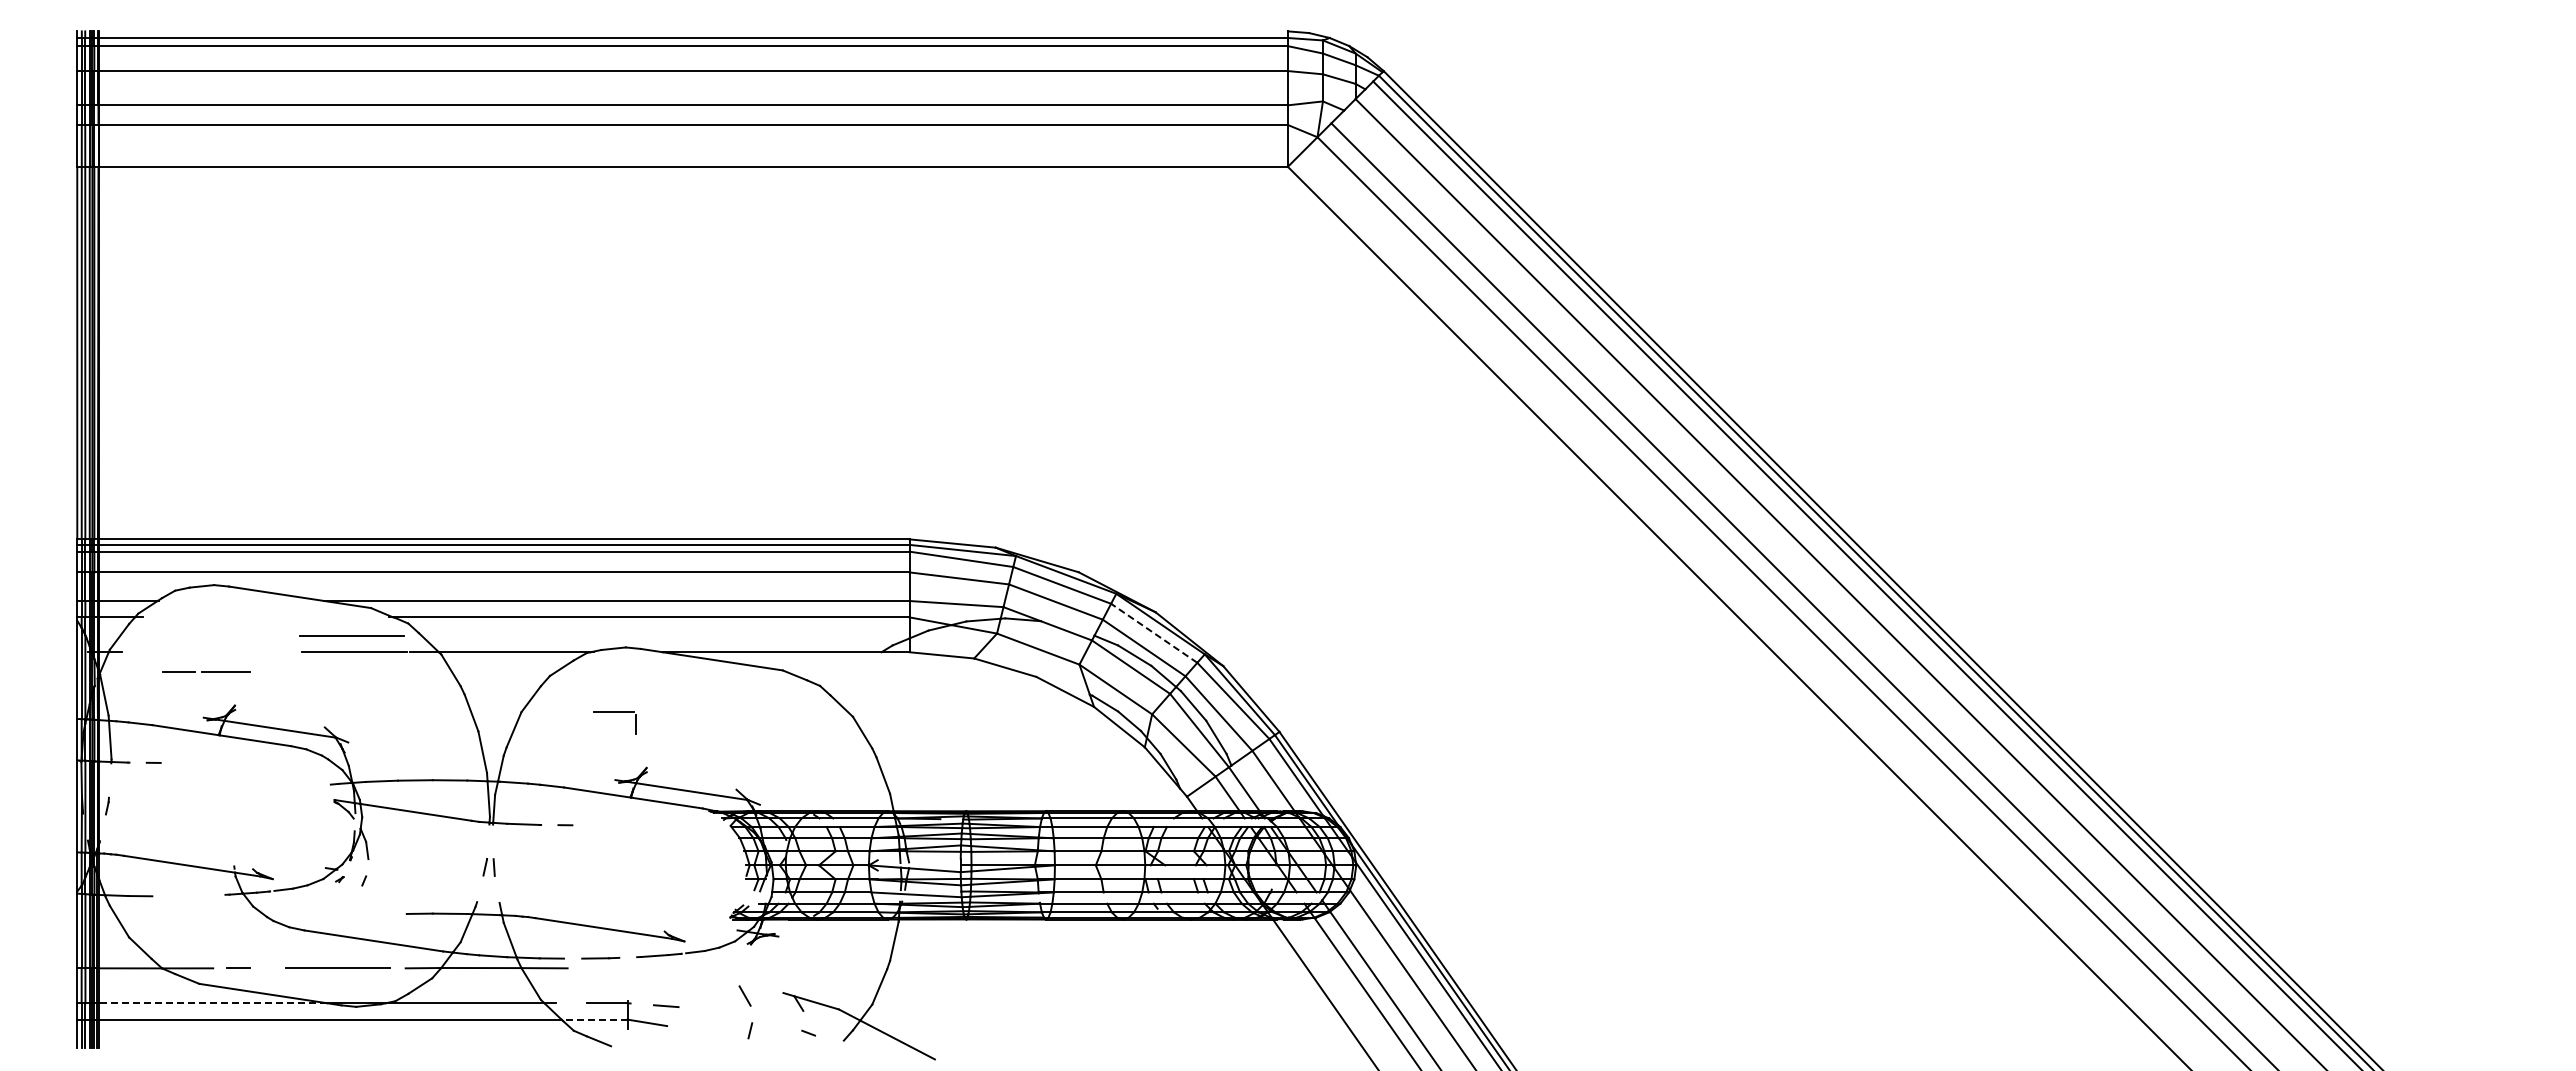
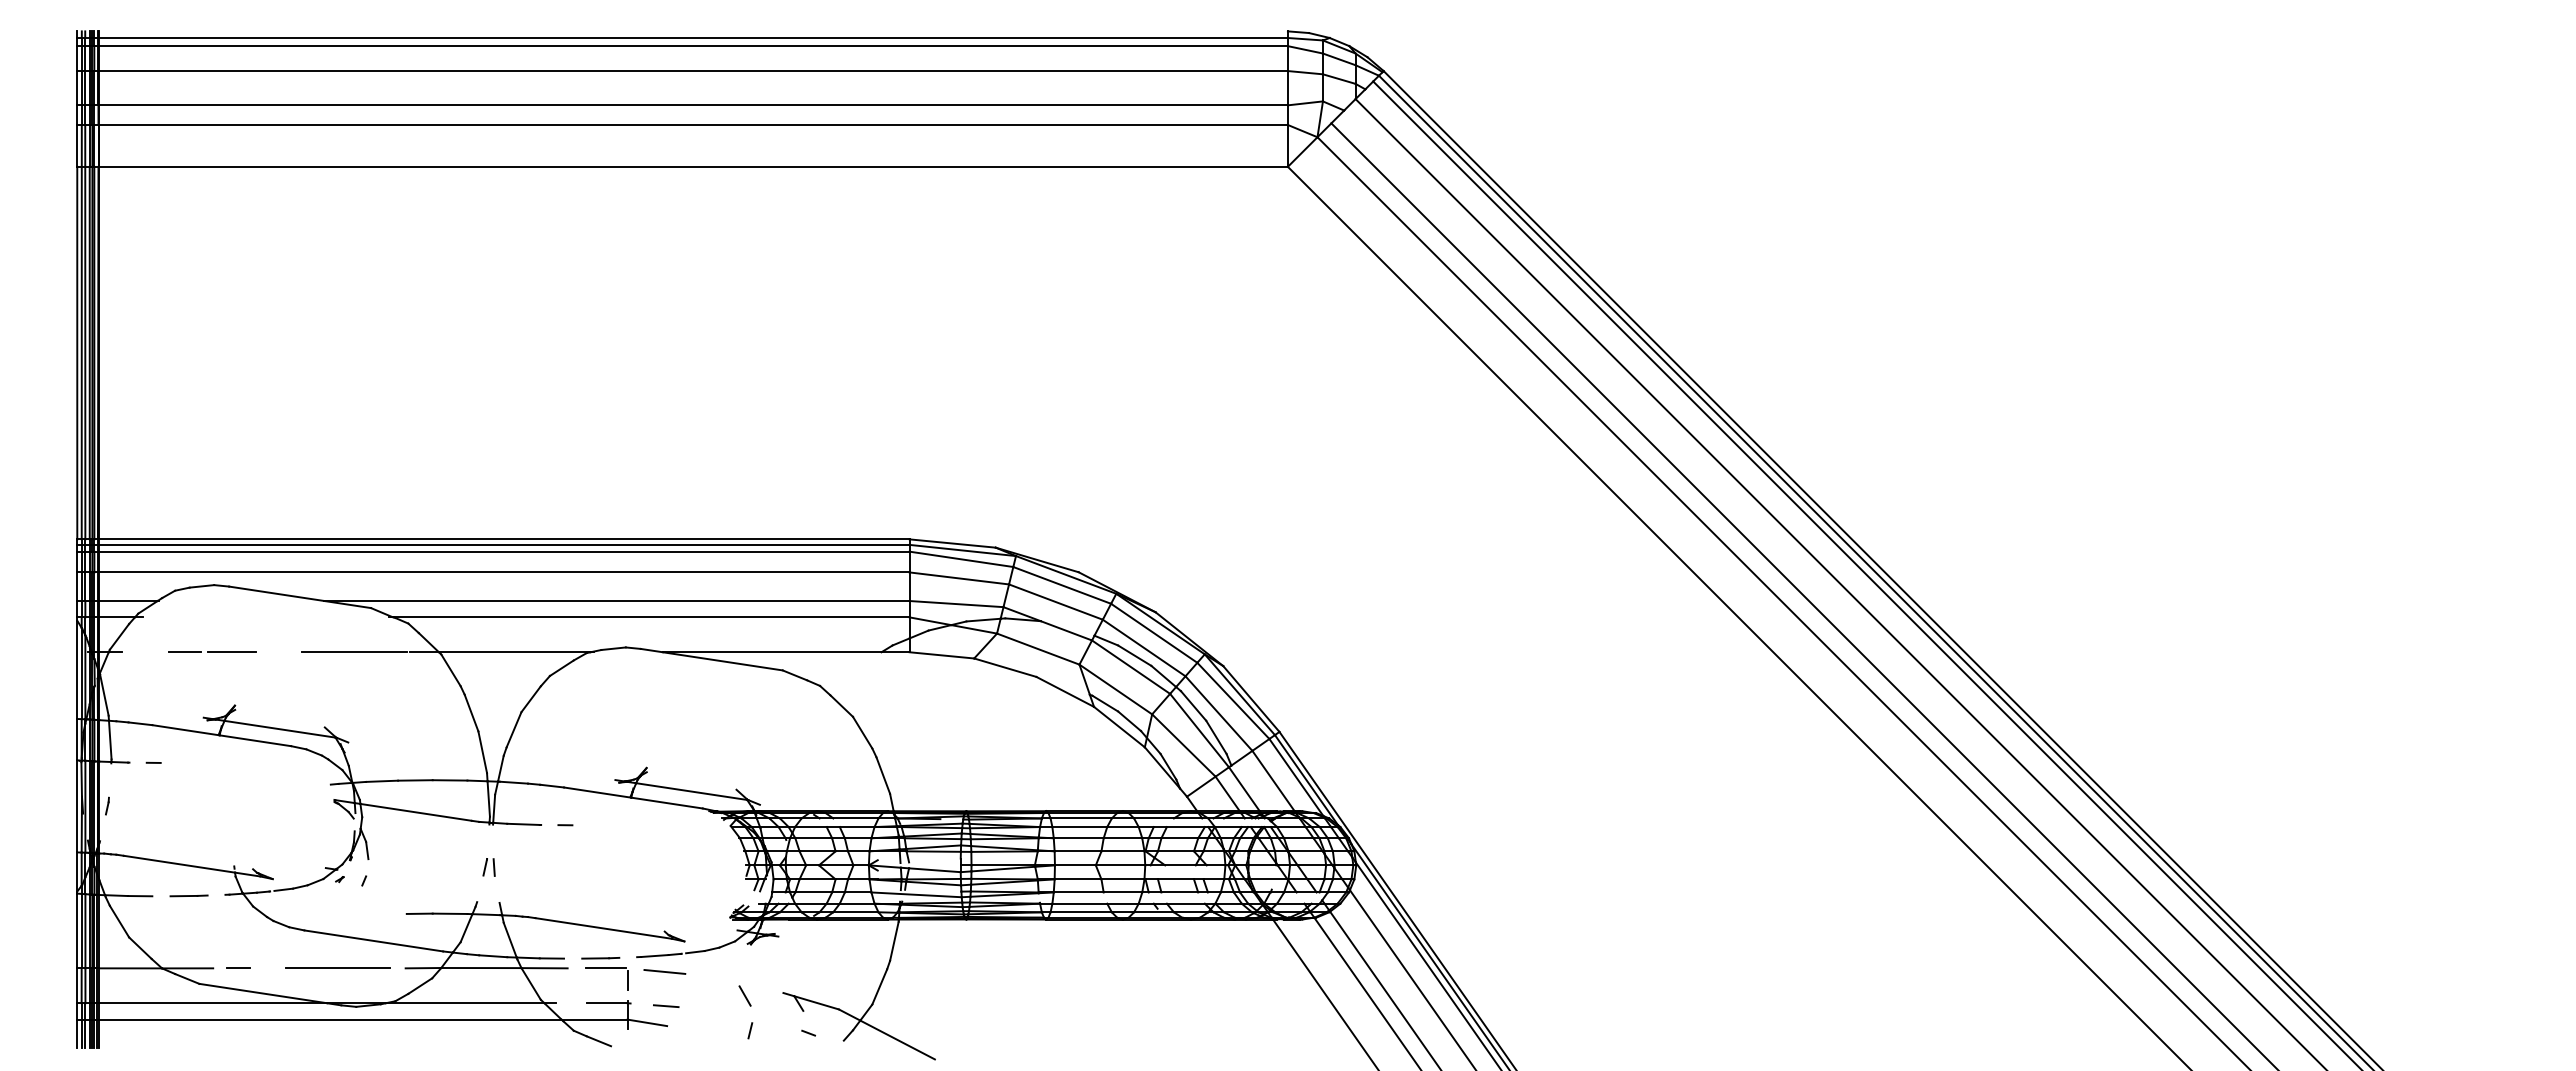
line at (1153, 633): dashed -> solid
line at (351, 635): present -> none
line at (206, 671) position: (206, 671) -> (212, 651)
part at (614, 712) position: (614, 712) -> (606, 968)
line at (188, 895): none -> present
line at (664, 971): none -> present
line at (213, 1003): dashed -> solid
line at (594, 1019): dashed -> solid
